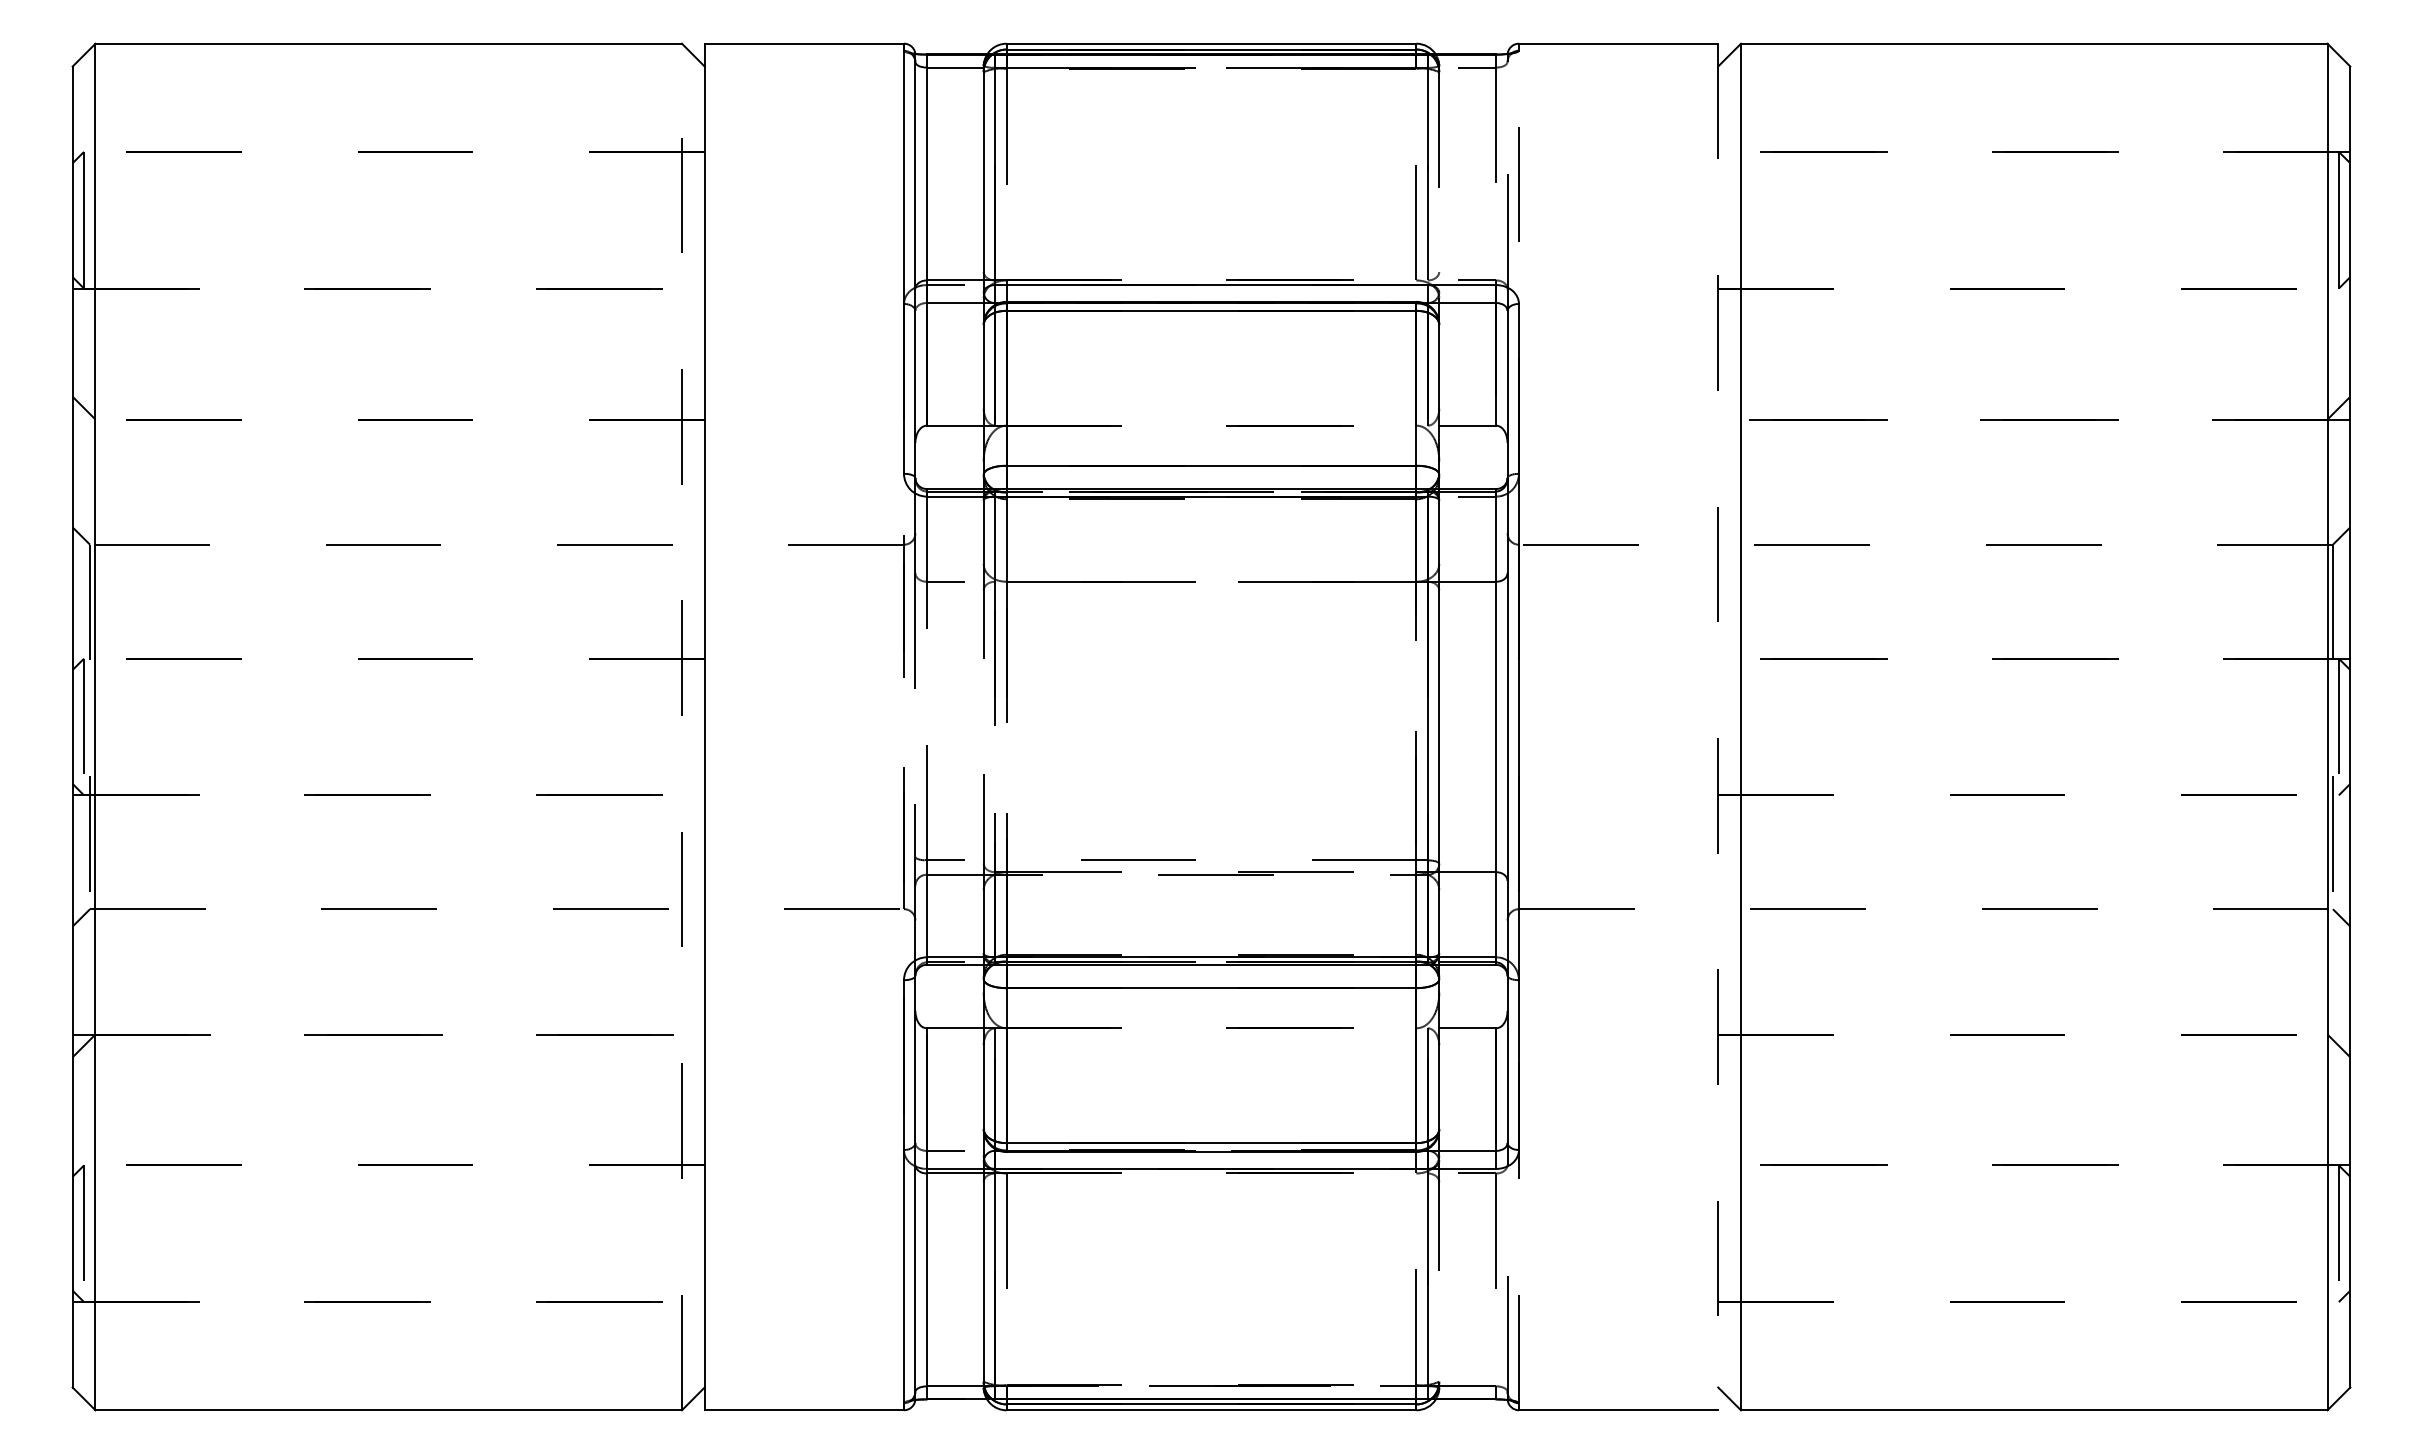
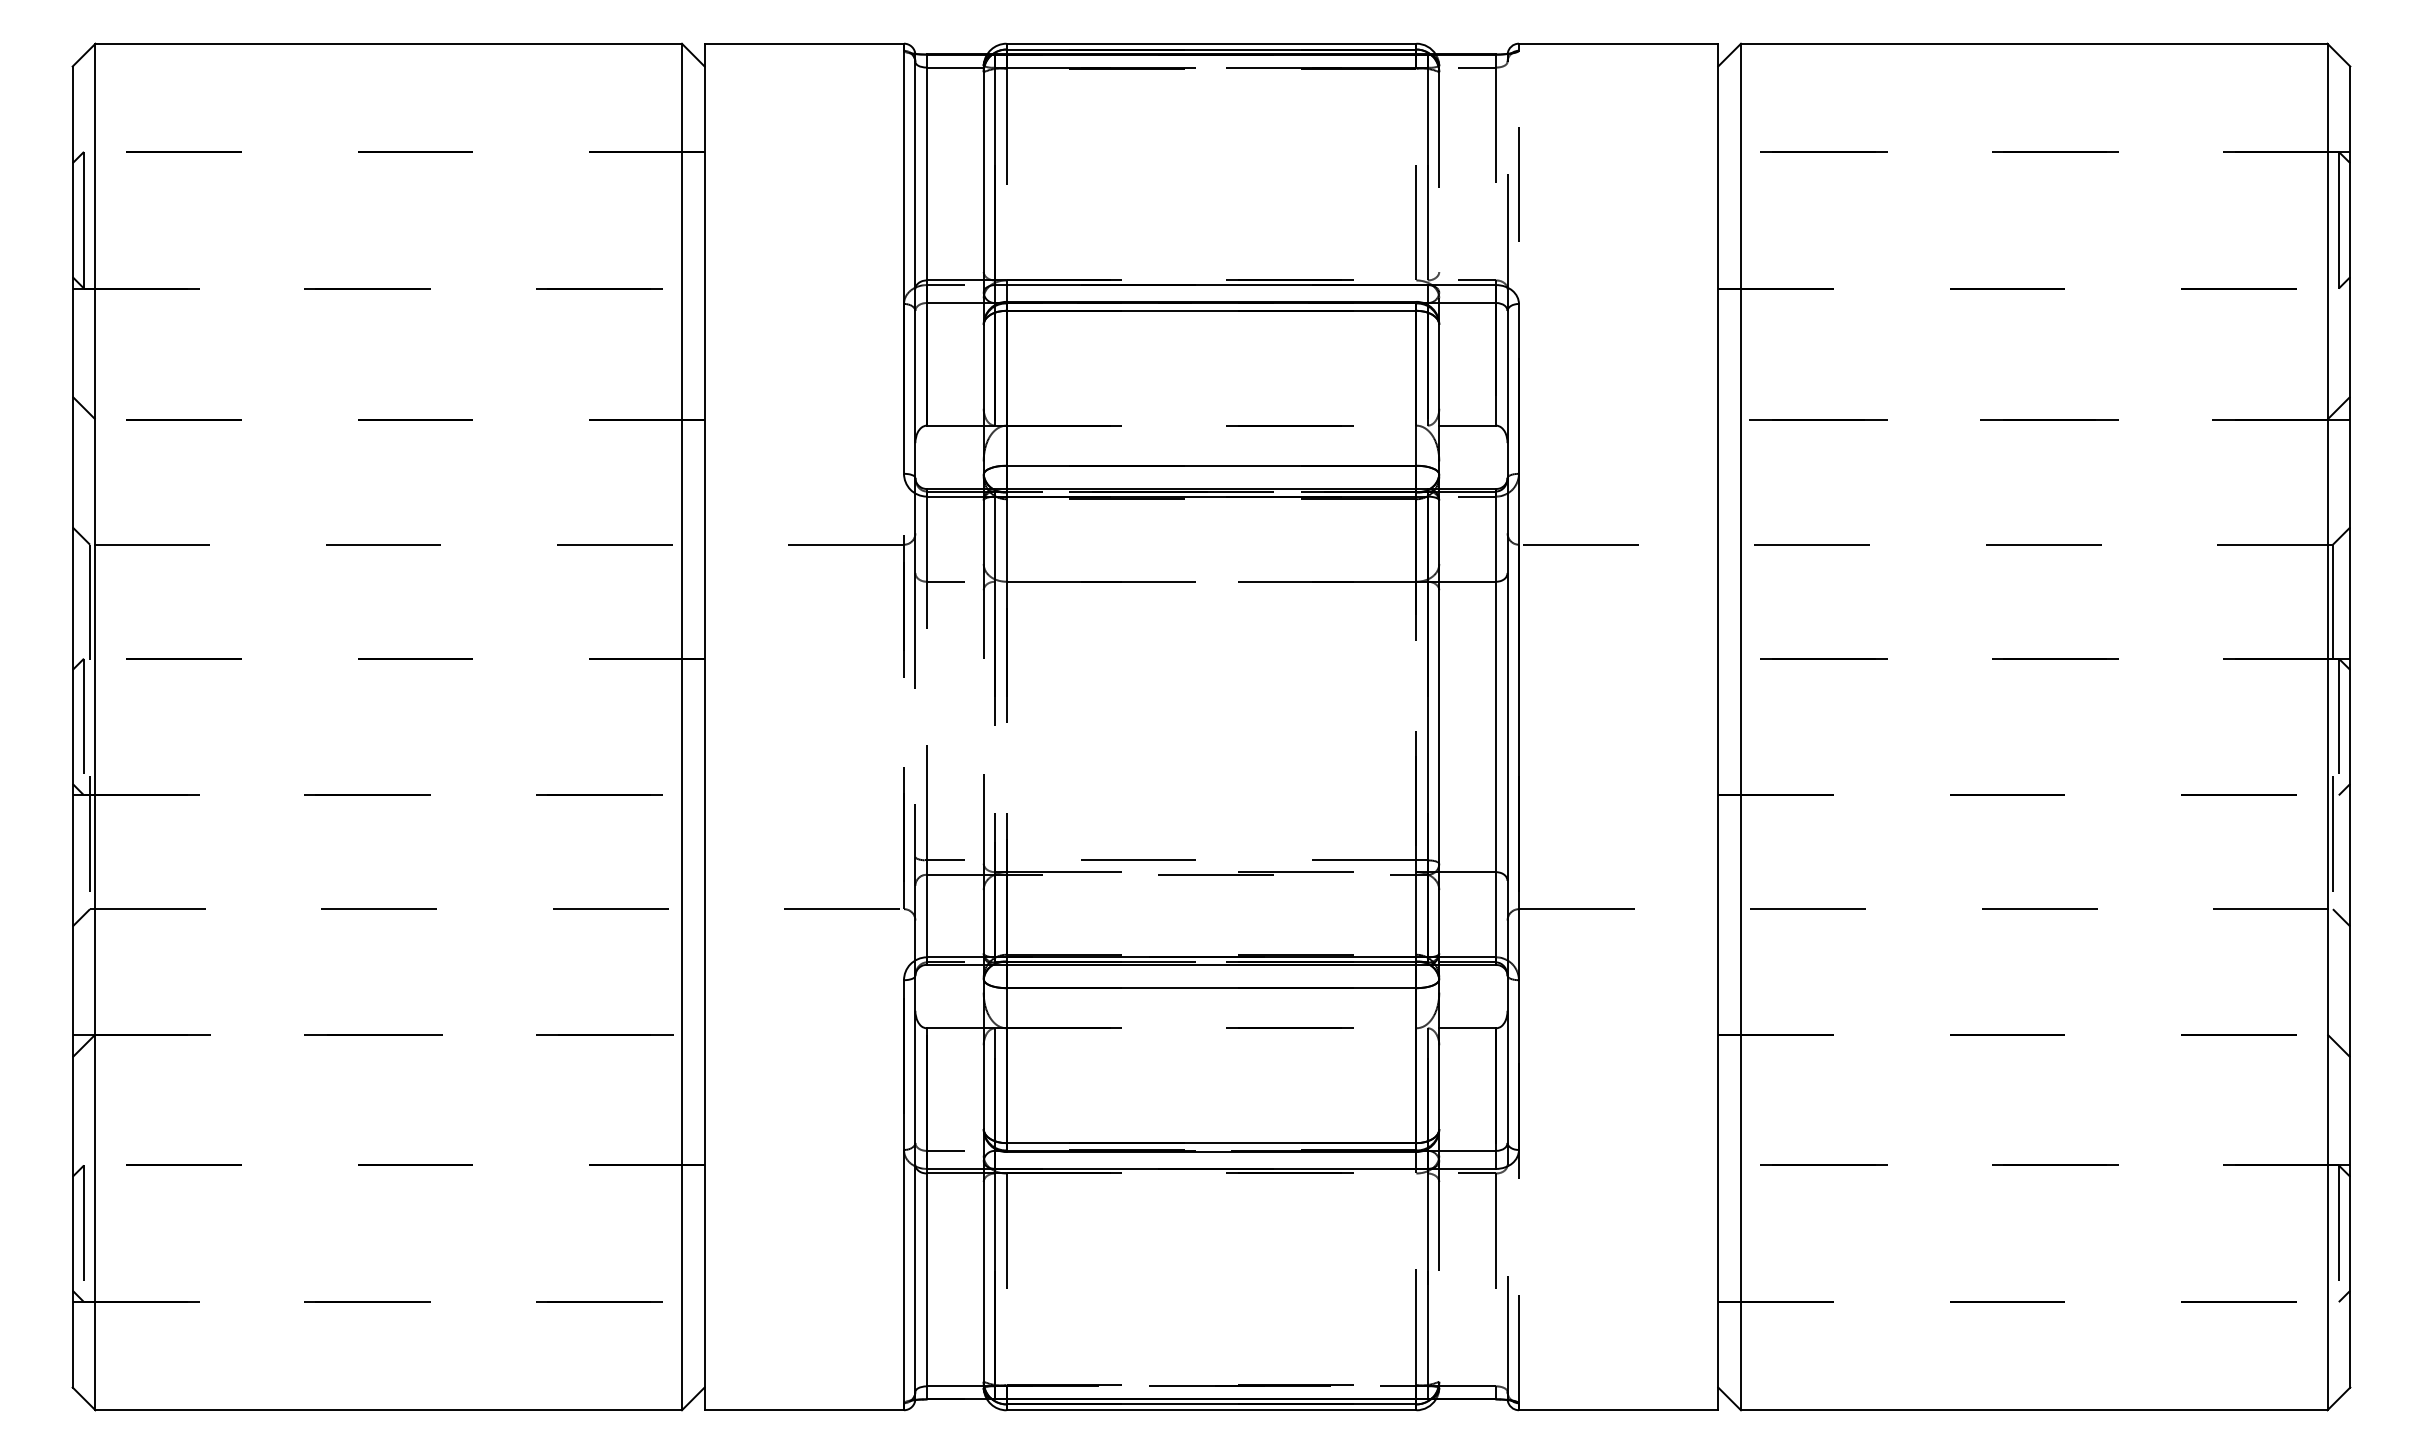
line at (681, 726): dashed -> solid
line at (1718, 727): dashed -> solid
